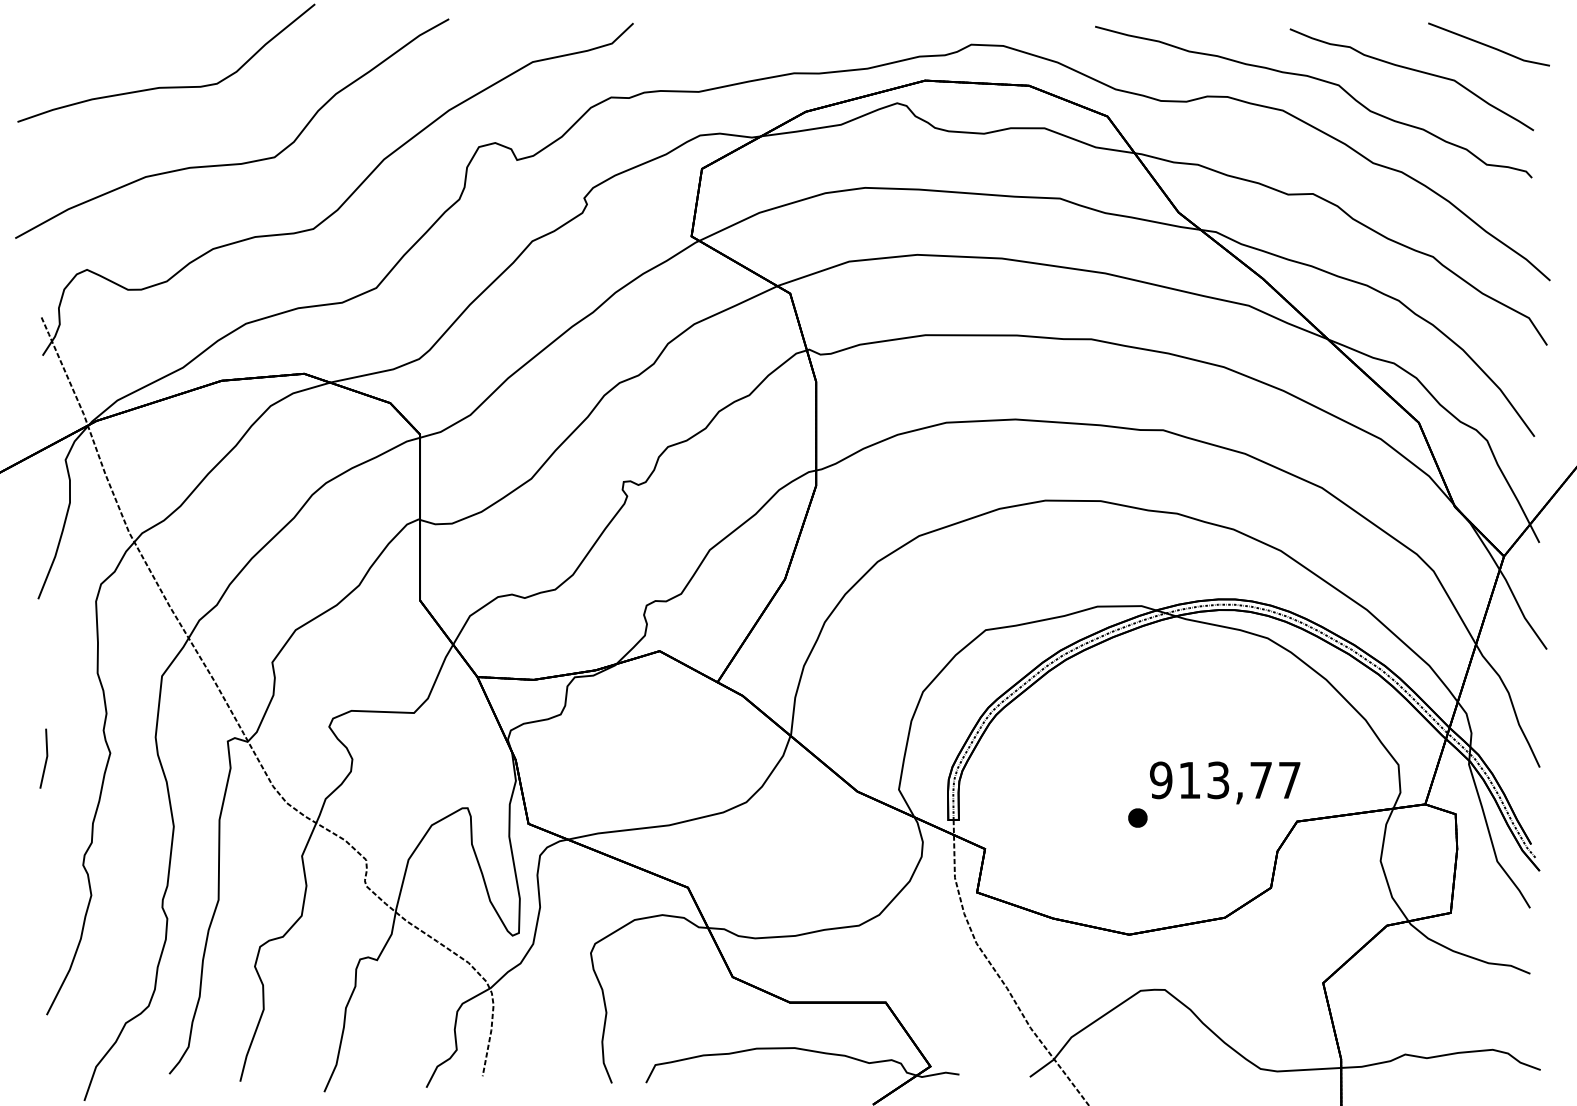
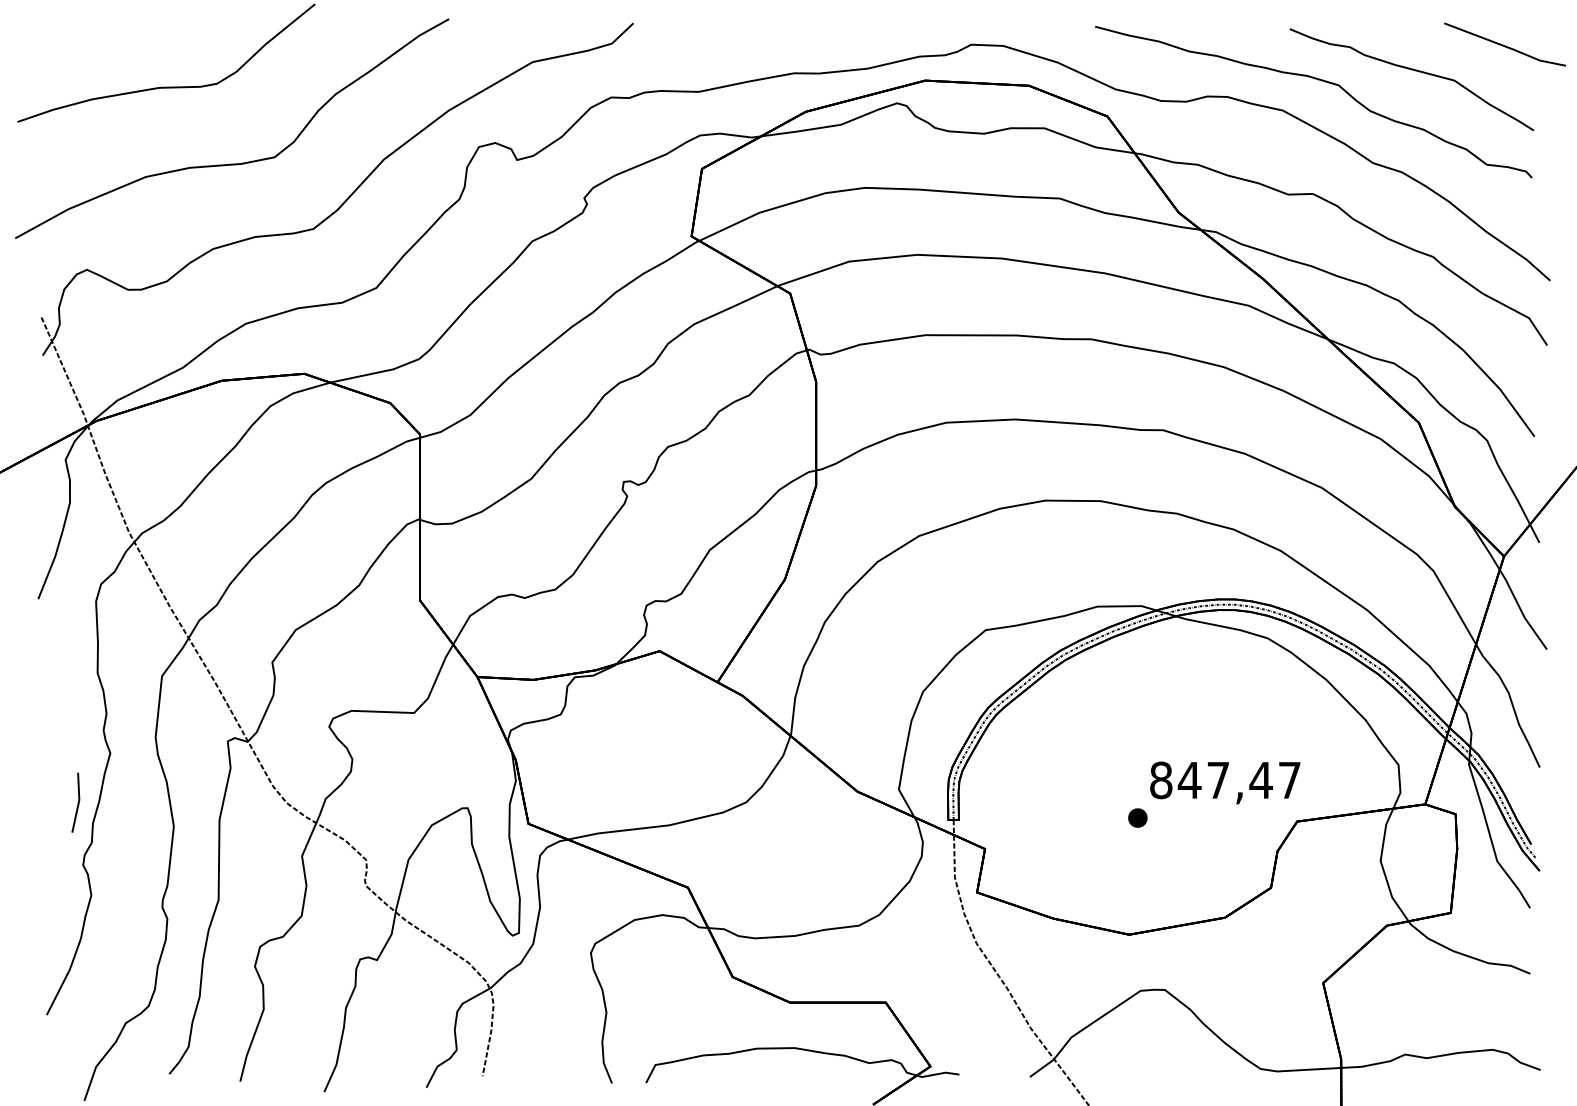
line at (1487, 44) position: (1487, 44) -> (1503, 44)
line at (45, 758) position: (45, 758) -> (77, 802)
text at (1211, 780): 913,77 -> 847,47
